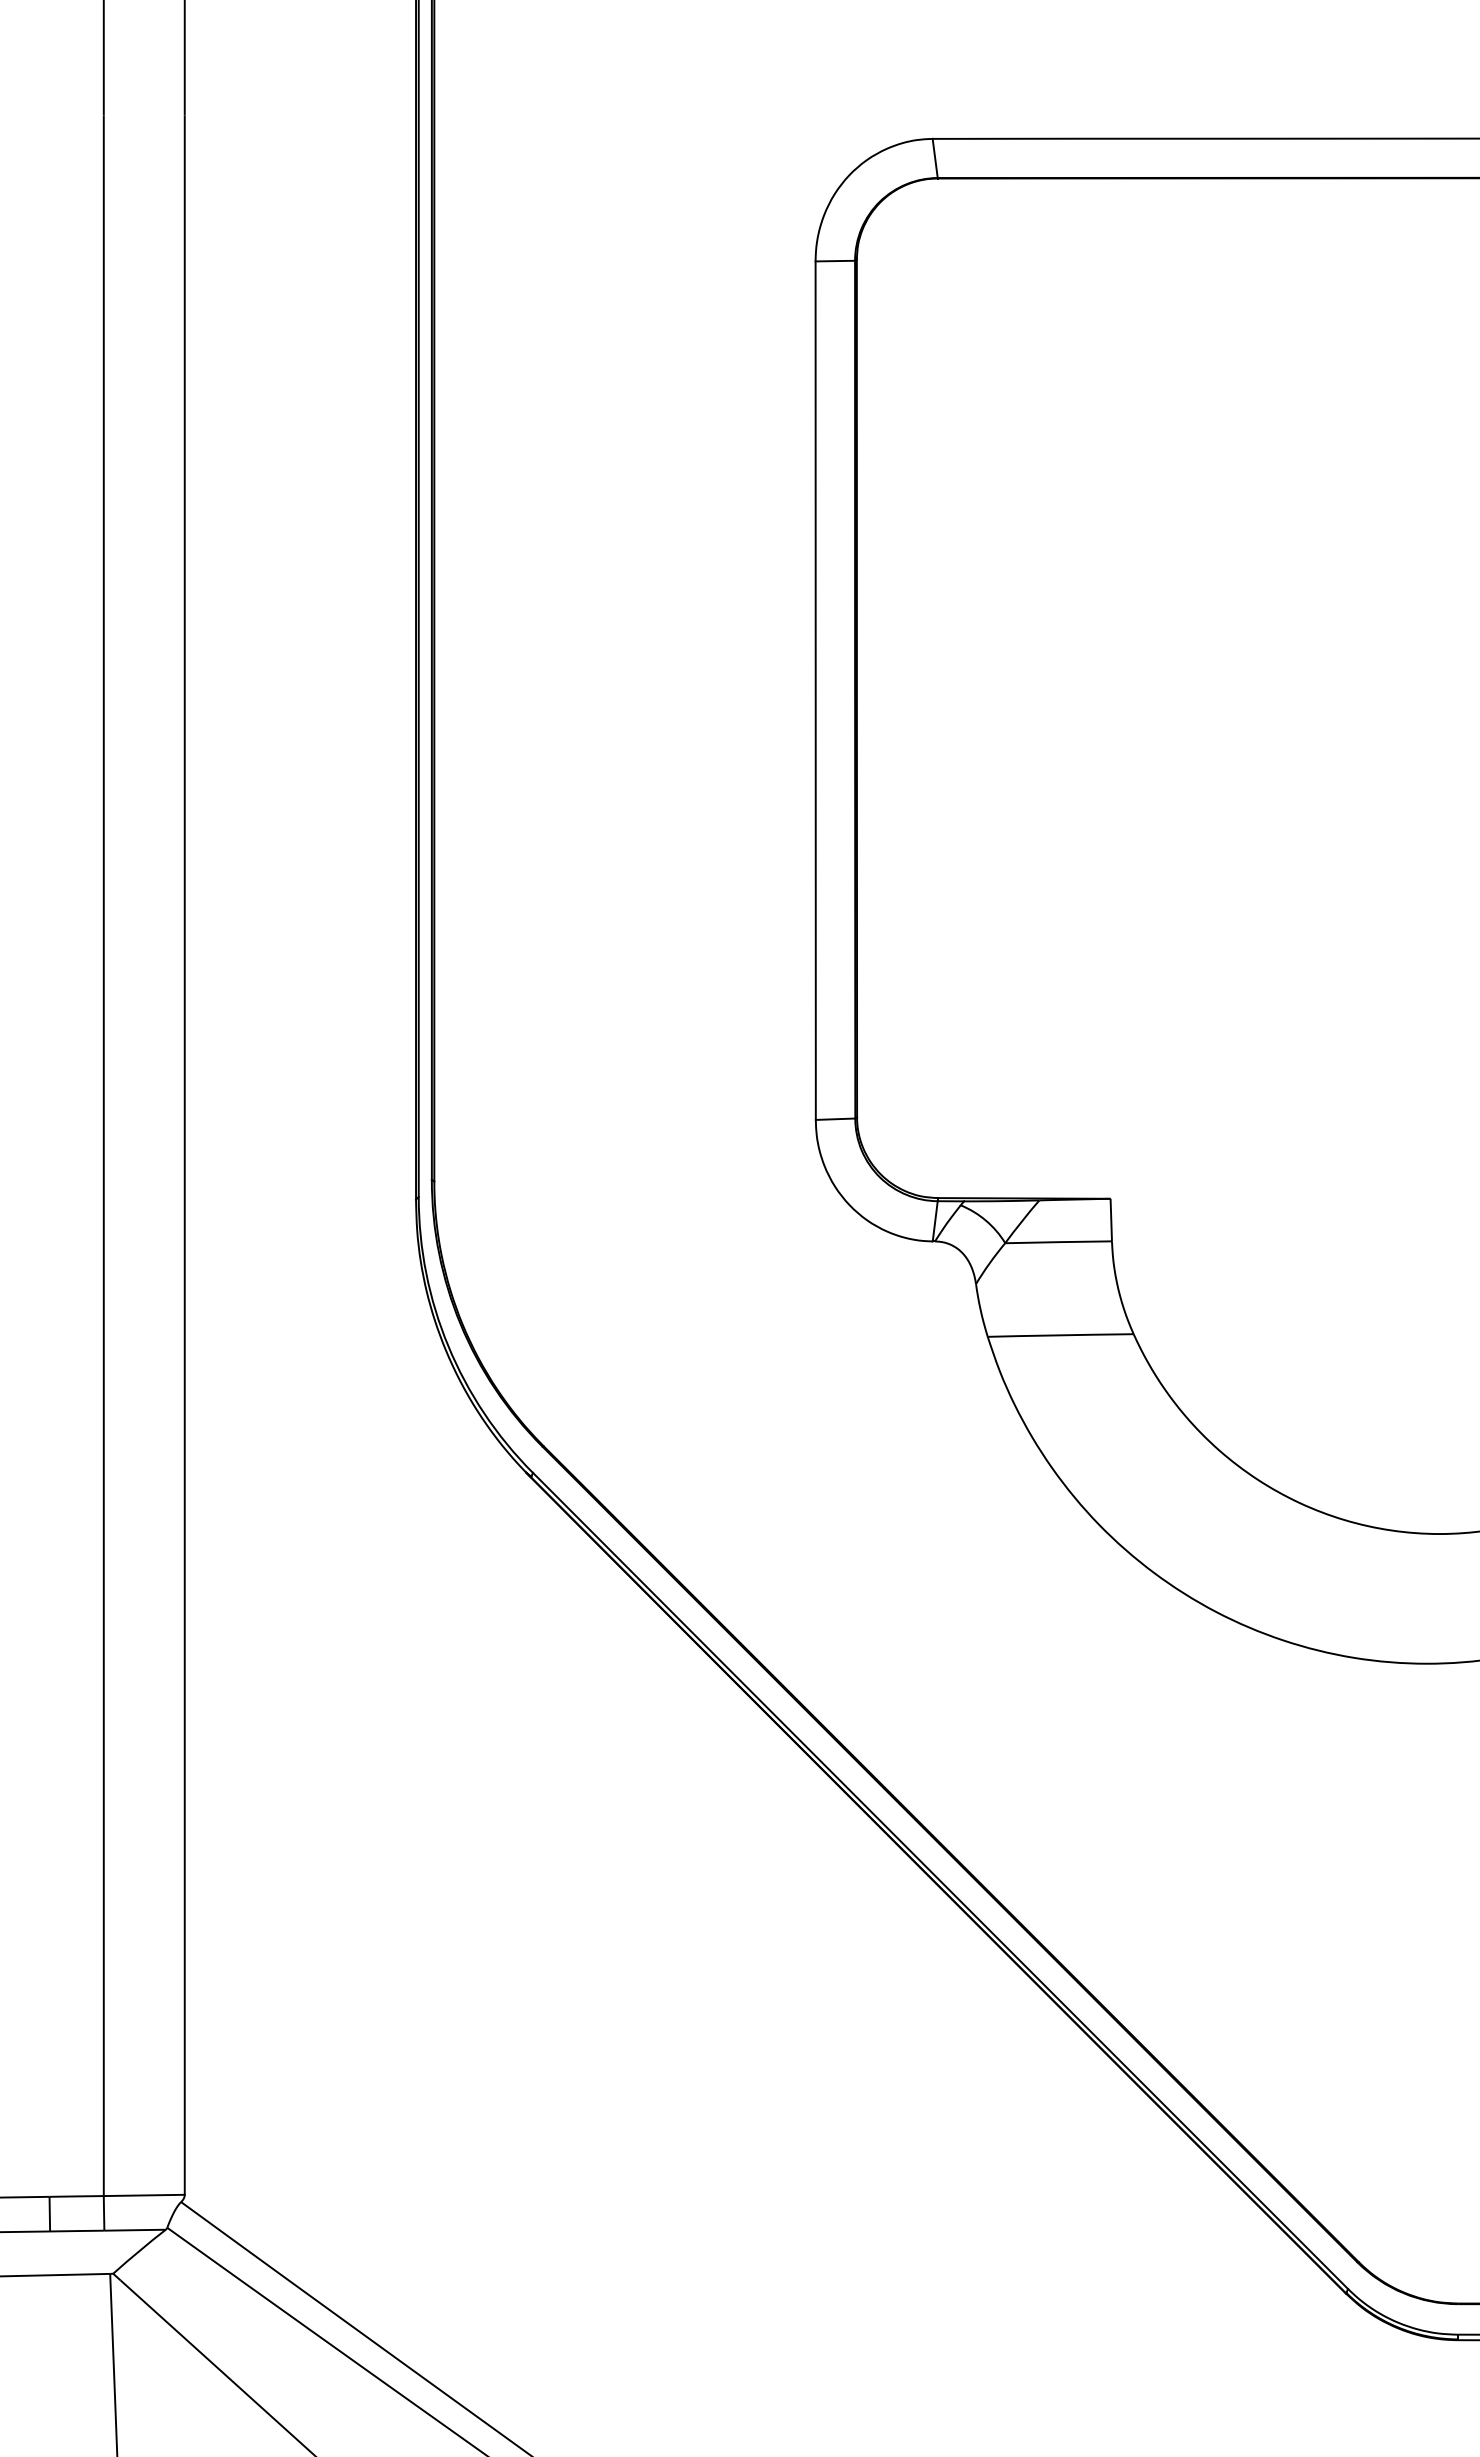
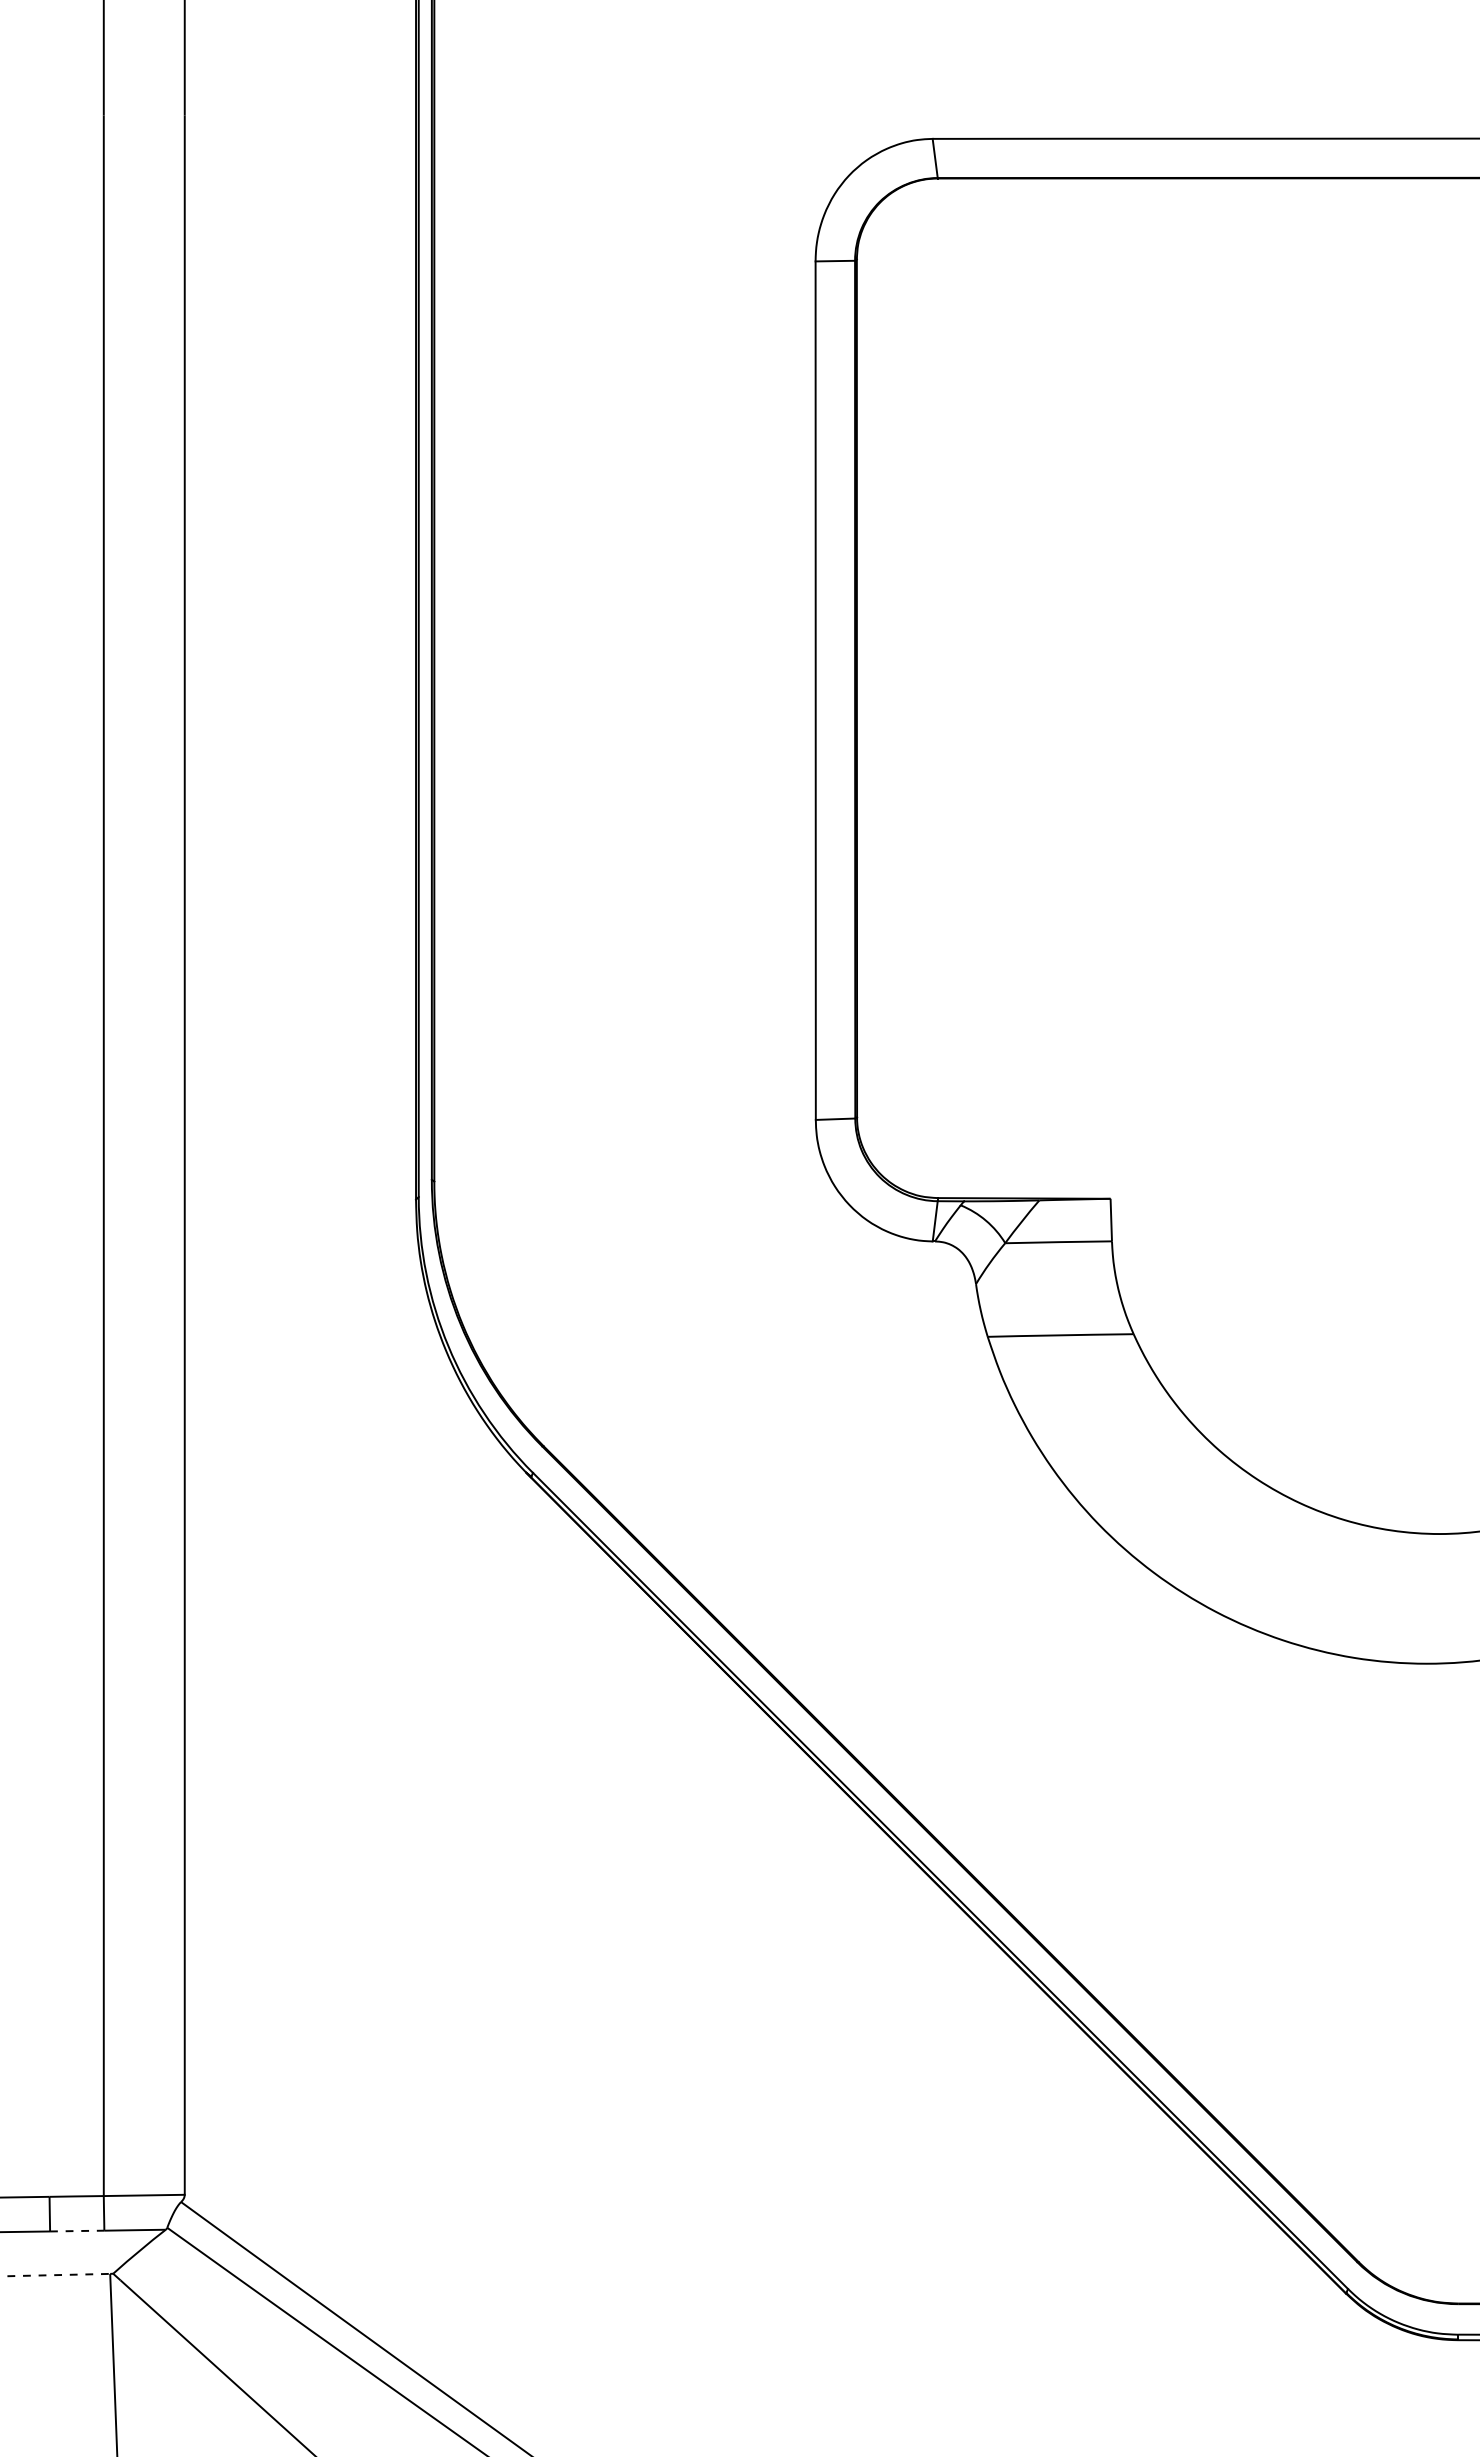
line at (77, 2231): solid -> dashed
line at (55, 2275): solid -> dashed
